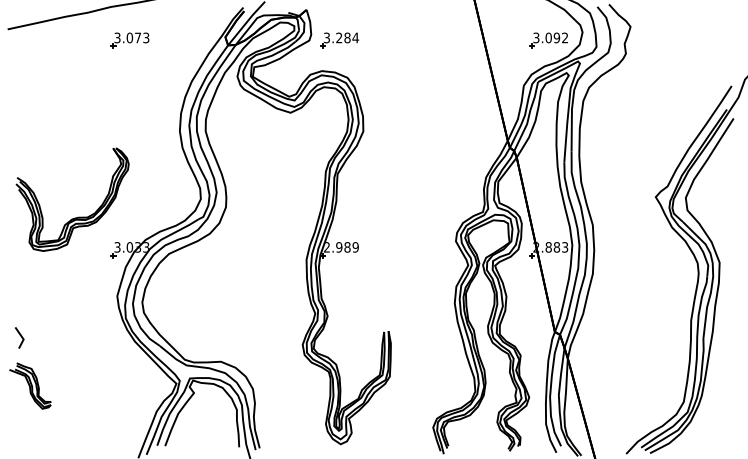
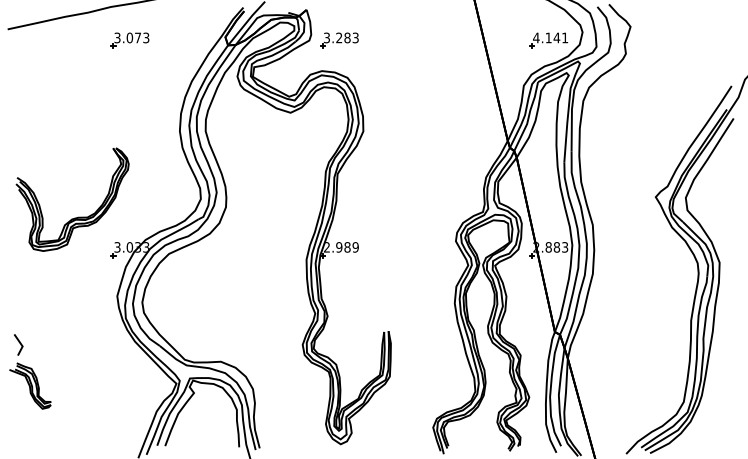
text at (355, 37): 3.284 -> 3.283
text at (550, 37): 3.092 -> 4.141
line at (20, 336) position: (20, 336) -> (19, 343)
